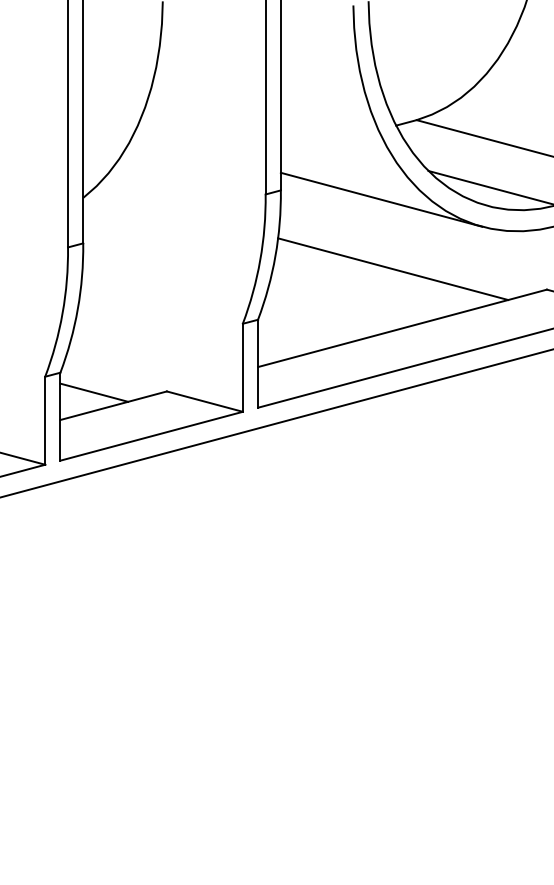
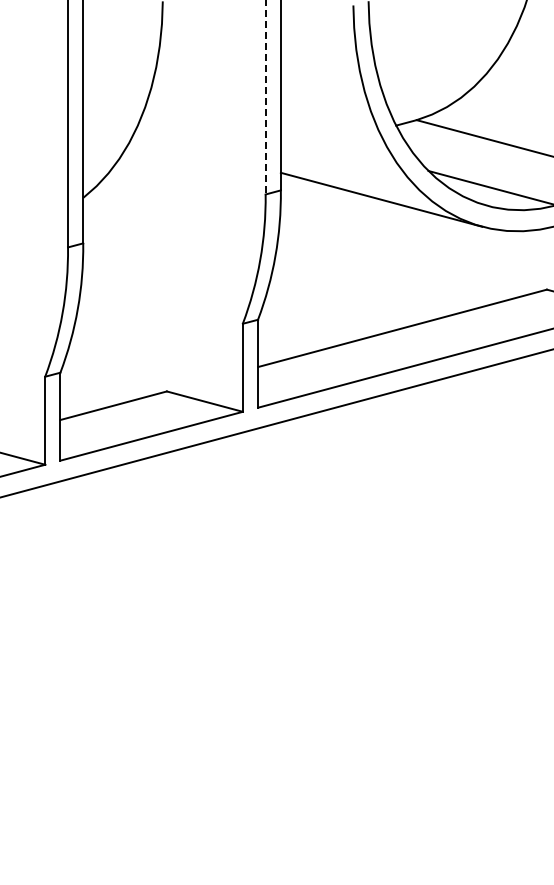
line at (265, 97): solid -> dashed
line at (393, 269): present -> none
line at (94, 392): present -> none
